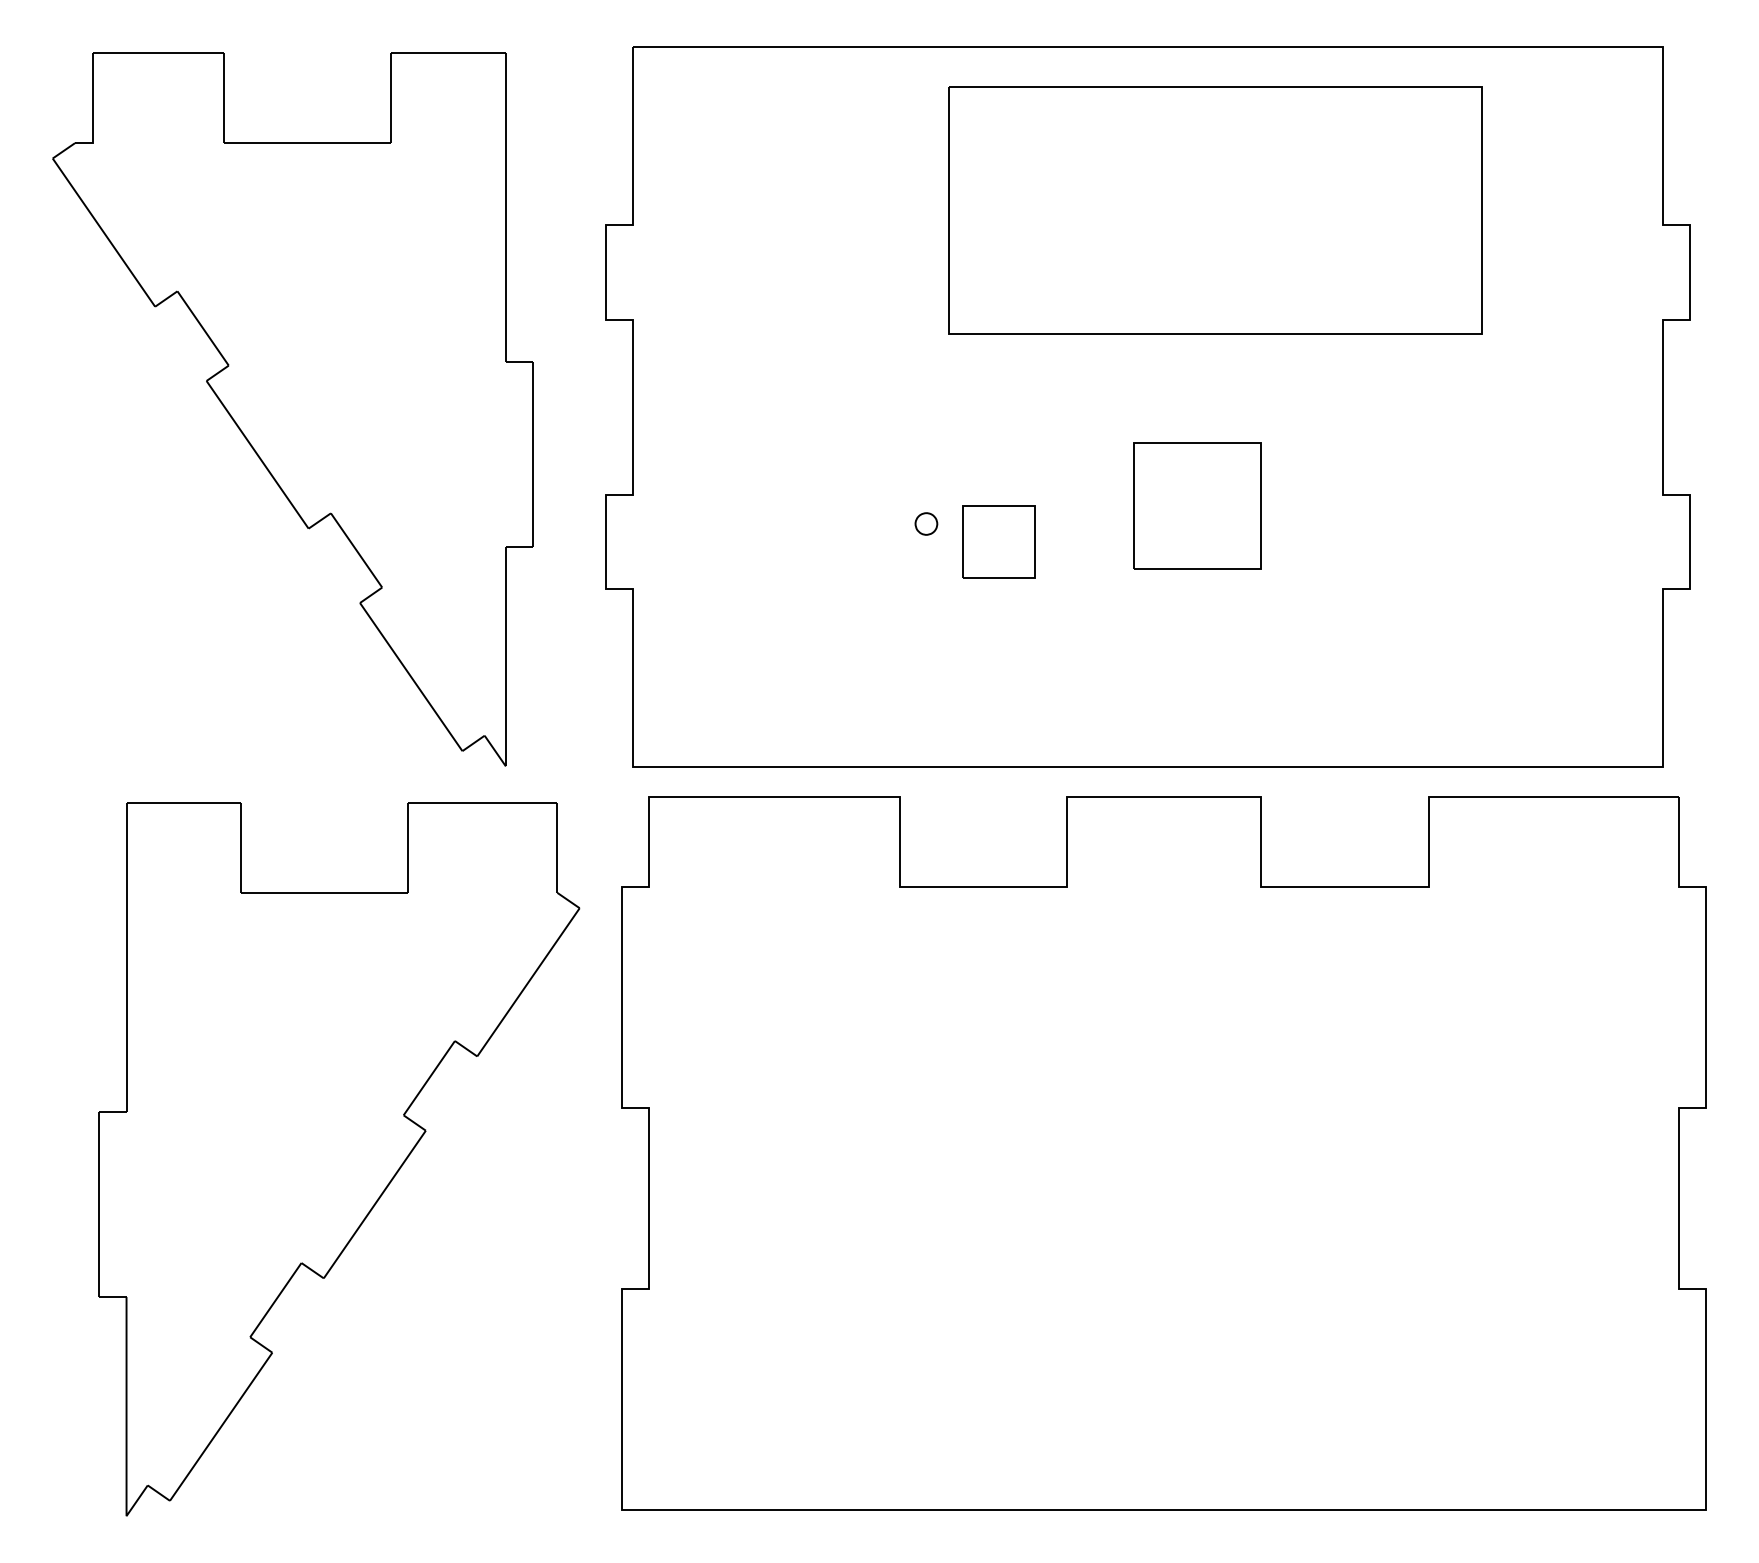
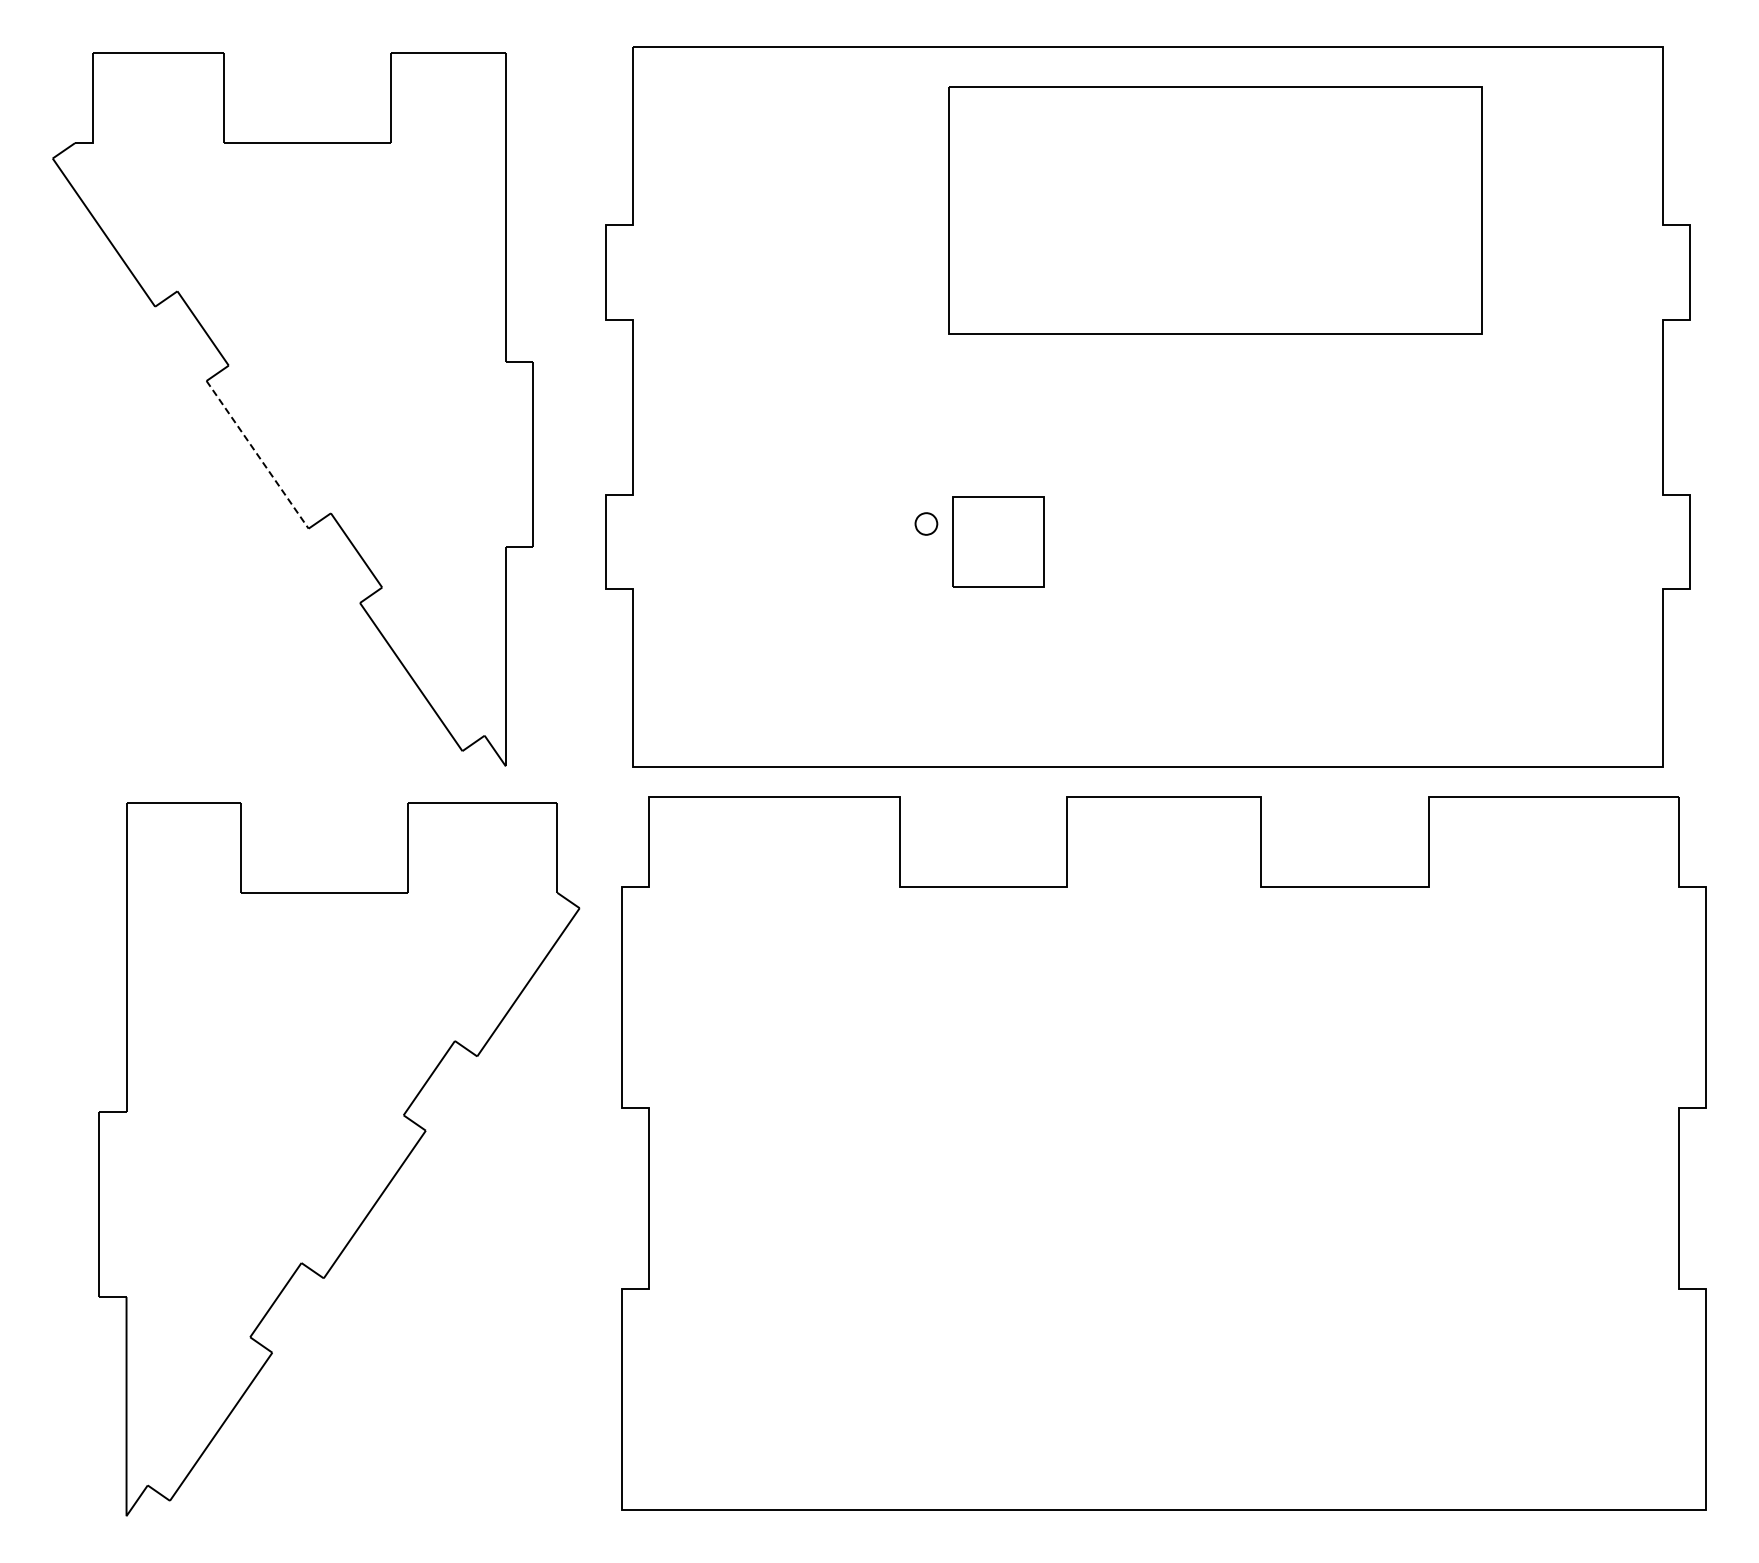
line at (257, 454): solid -> dashed
part at (1197, 505): present -> none
part at (998, 541) size: 74x74 px -> 93x92 px
